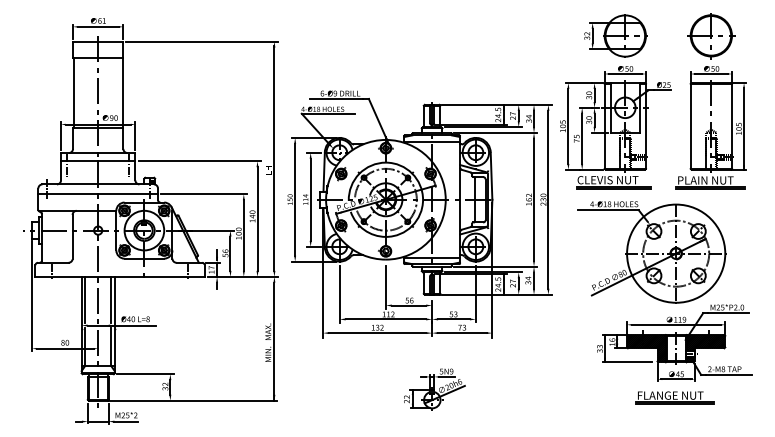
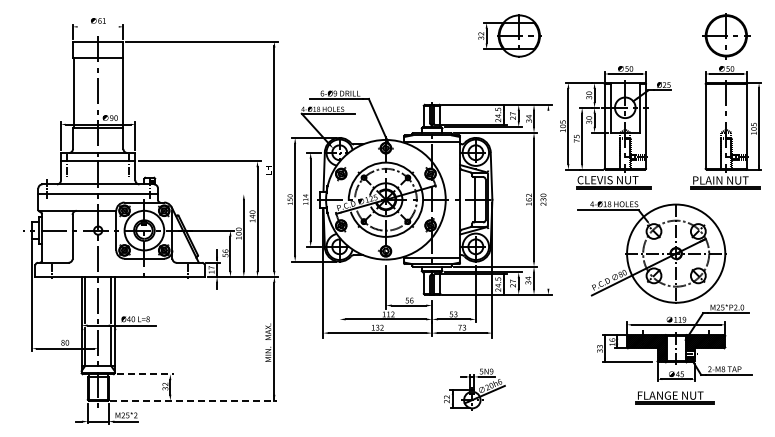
line at (97, 26): present -> none
part at (615, 35) position: (615, 35) -> (509, 35)
part at (710, 101) position: (710, 101) -> (725, 101)
line at (204, 194): present -> none
line at (548, 199): present -> none
line at (339, 294): present -> none
line at (145, 374): solid -> dashed
part at (434, 389) position: (434, 389) -> (474, 389)
line at (194, 400): solid -> dashed
